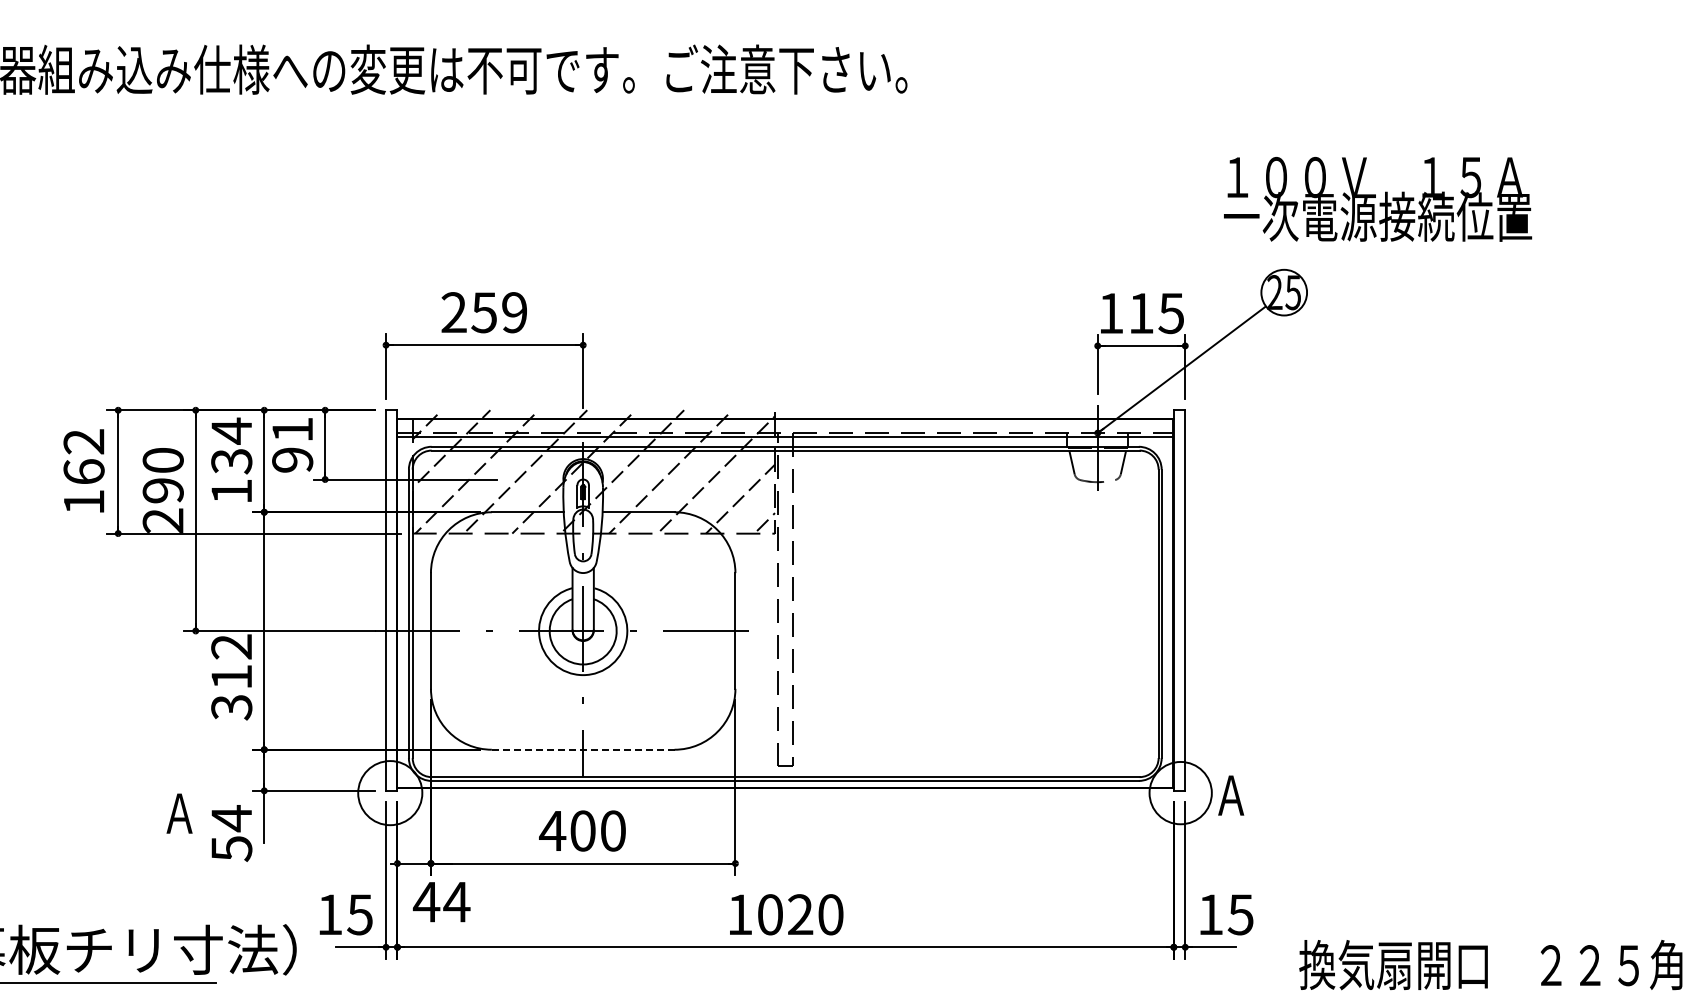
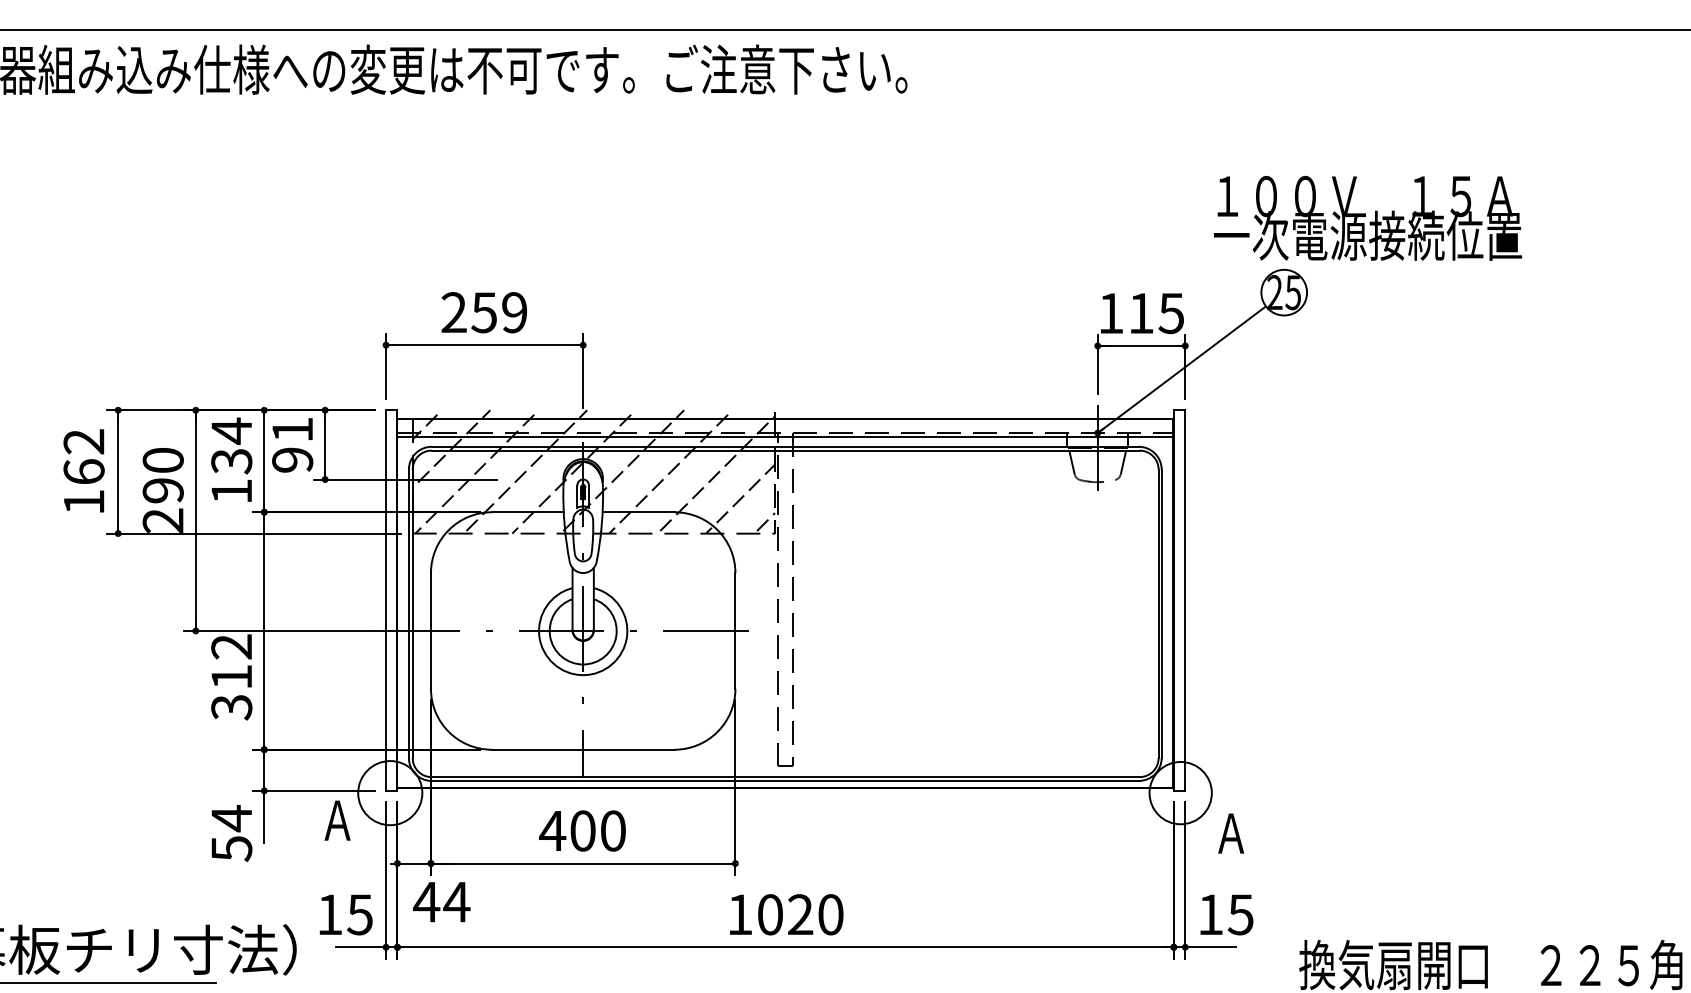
line at (844, 29): none -> present
text at (1378, 199) position: (1378, 199) -> (1368, 218)
line at (583, 749): dashed -> solid
text at (1231, 795) position: (1231, 795) -> (1231, 833)
text at (179, 813) position: (179, 813) -> (337, 820)
